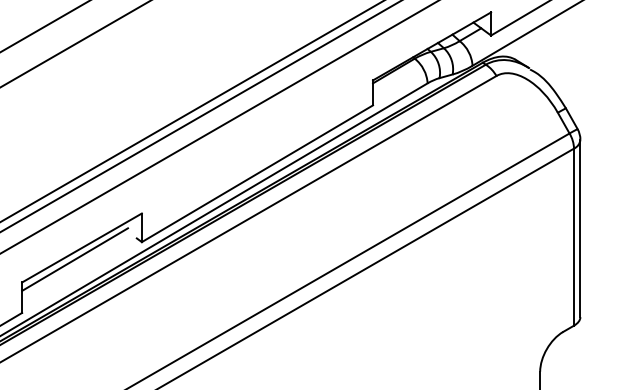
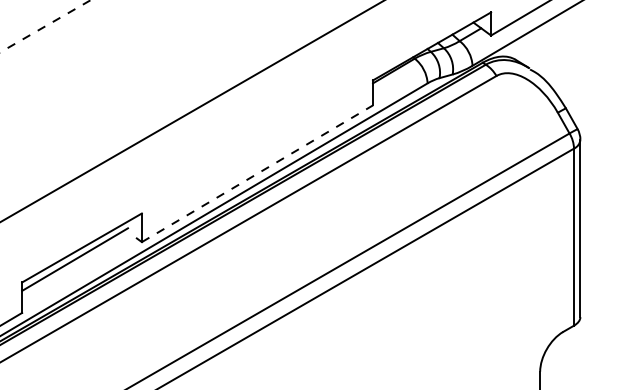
line at (45, 26): solid -> dashed
line at (74, 44): present -> none
line at (200, 116): present -> none
line at (218, 127): present -> none
line at (257, 173): solid -> dashed
